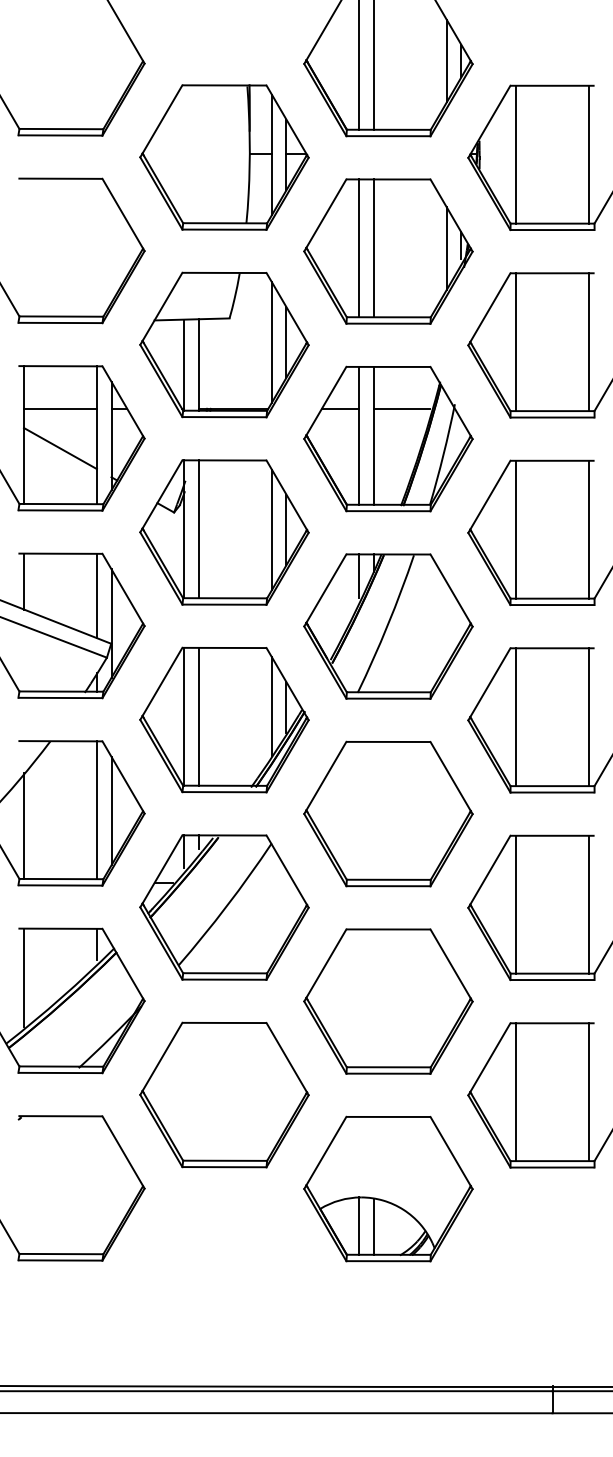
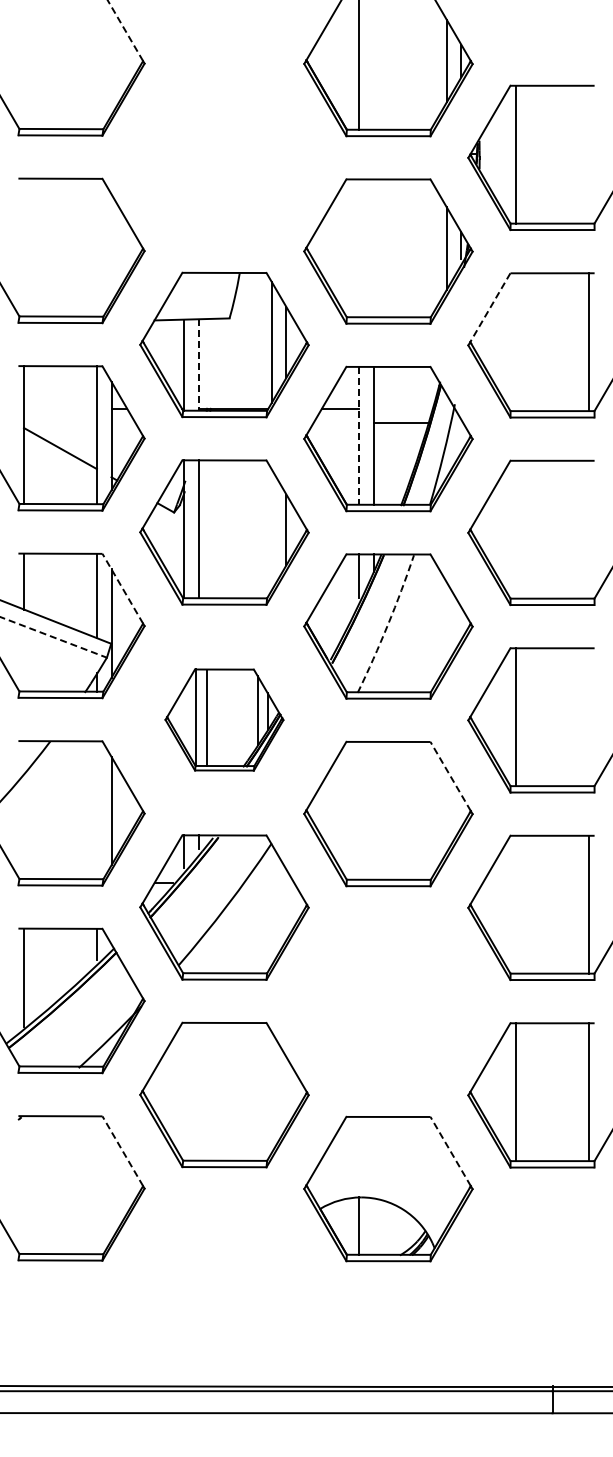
line at (125, 30): solid -> dashed
line at (373, 65): present -> none
line at (588, 154): present -> none
part at (224, 157): present -> none
line at (359, 248): present -> none
line at (373, 248): present -> none
line at (490, 307): solid -> dashed
line at (516, 342): present -> none
line at (198, 364): solid -> dashed
line at (60, 408): present -> none
line at (401, 408) position: (401, 408) -> (401, 422)
line at (359, 435): solid -> dashed
line at (271, 529): present -> none
line at (516, 529): present -> none
line at (588, 529): present -> none
line at (122, 588): solid -> dashed
arc at (387, 624): solid -> dashed
line at (54, 637): solid -> dashed
line at (588, 717): present -> none
part at (224, 719) size: 171x148 px -> 121x104 px
line at (450, 776): solid -> dashed
line at (96, 810): present -> none
line at (24, 825): present -> none
line at (516, 904): present -> none
part at (388, 1001): present -> none
line at (122, 1150): solid -> dashed
line at (450, 1151): solid -> dashed
line at (373, 1226): present -> none
